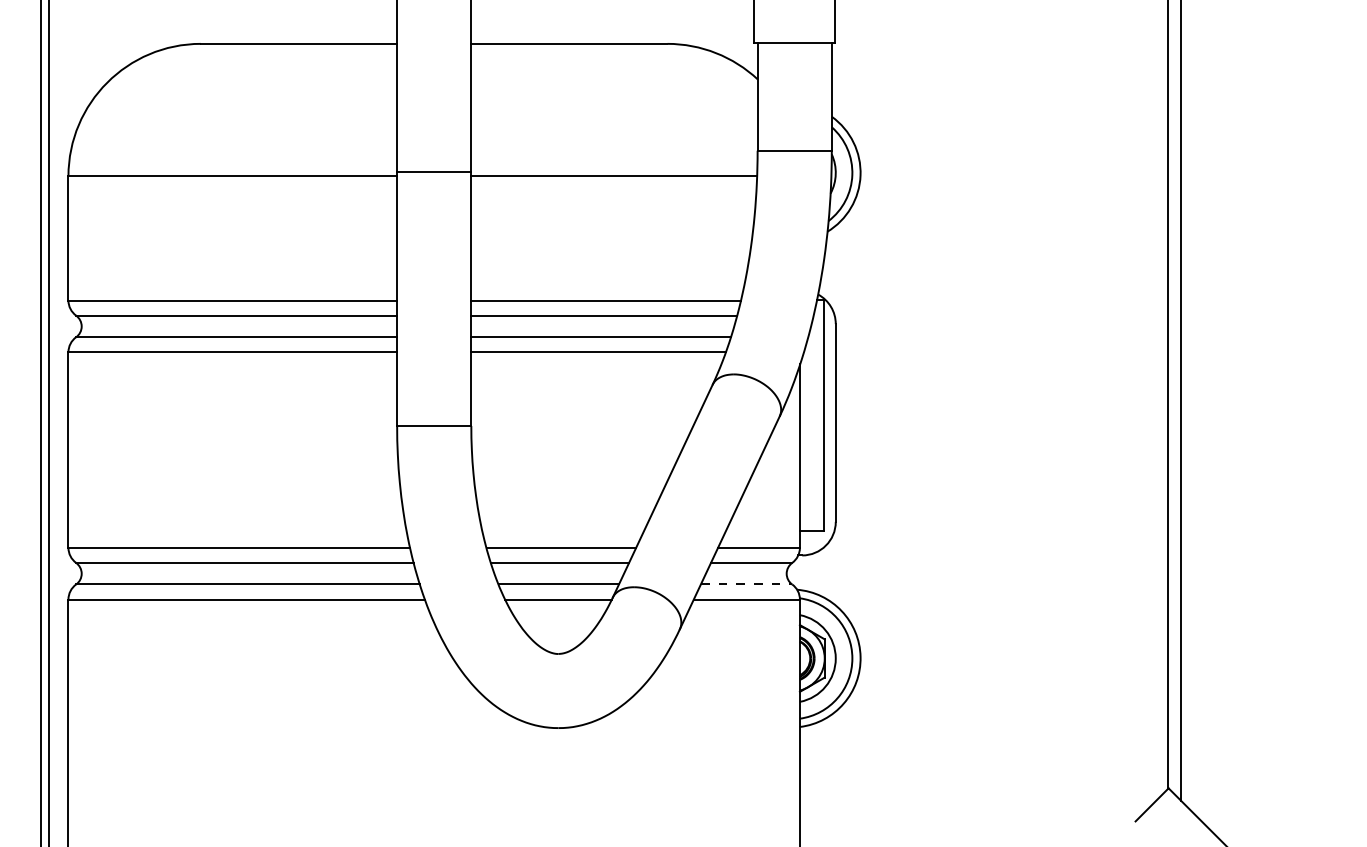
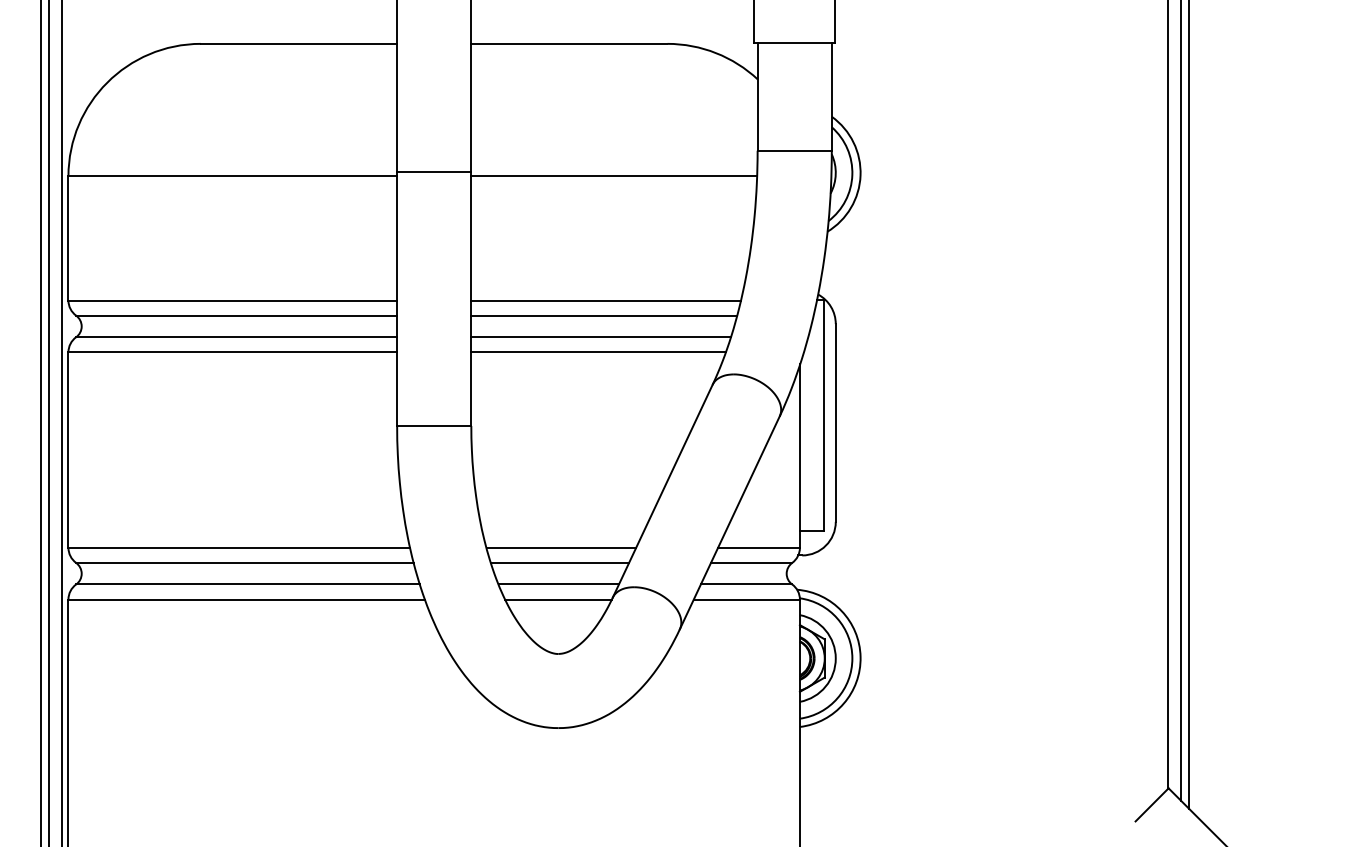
line at (1189, 405): none -> present
line at (62, 422): none -> present
line at (746, 584): dashed -> solid
